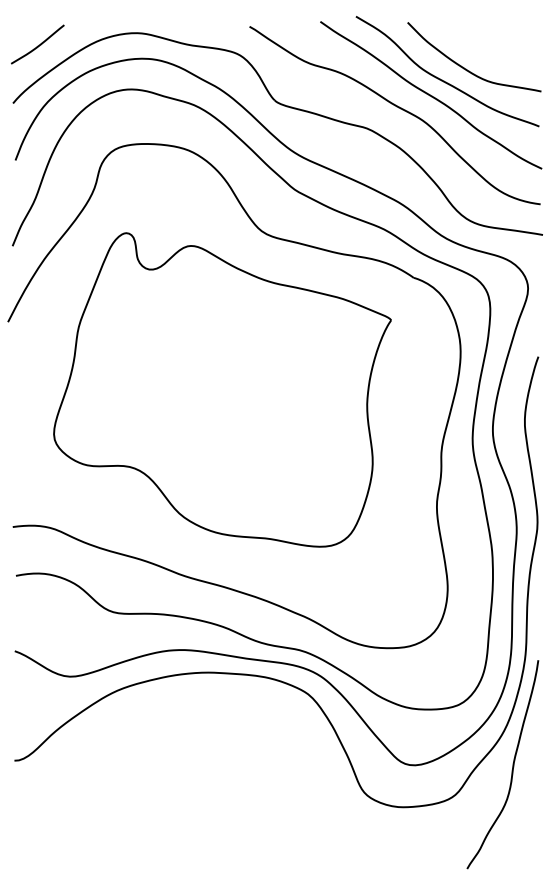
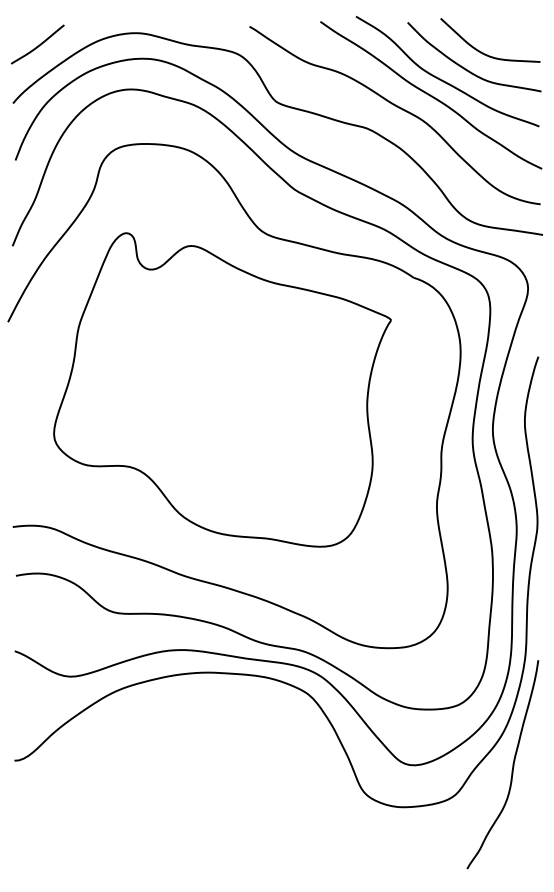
curve at (483, 52): none -> present
